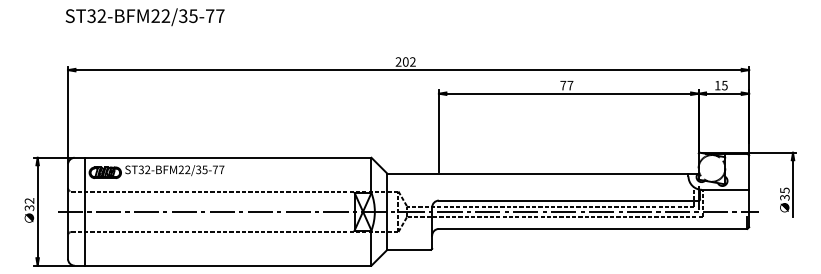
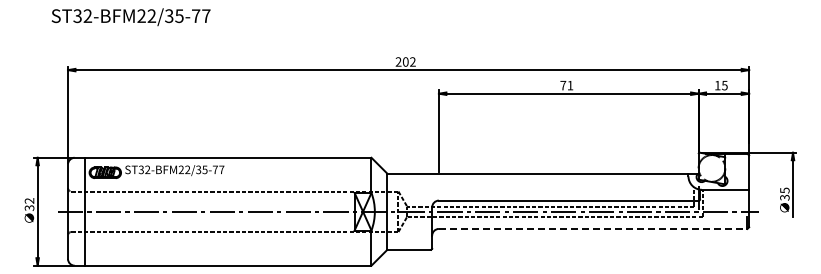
text at (144, 17) position: (144, 17) -> (130, 17)
text at (570, 85): 77 -> 71
line at (593, 228): solid -> dashed
